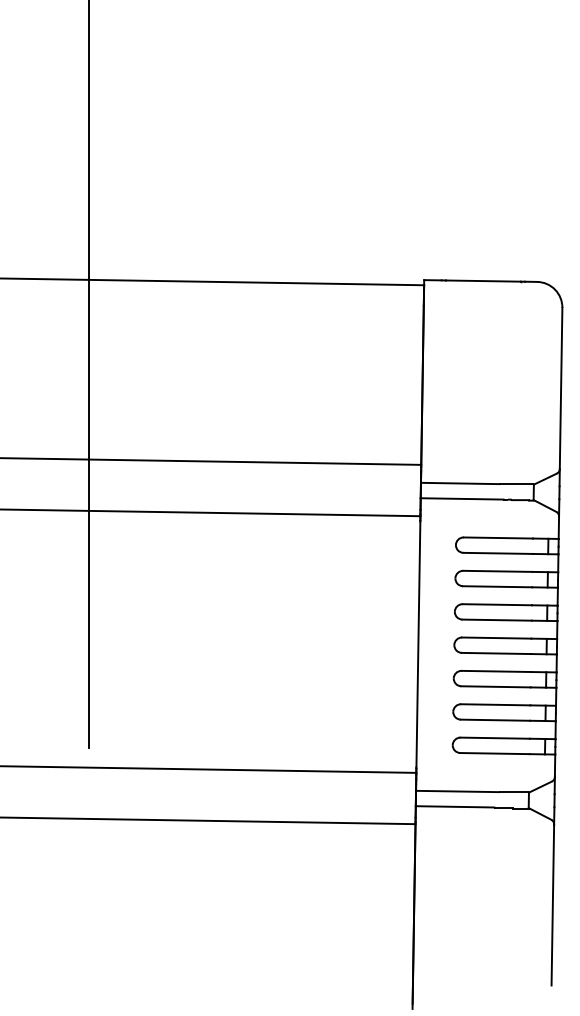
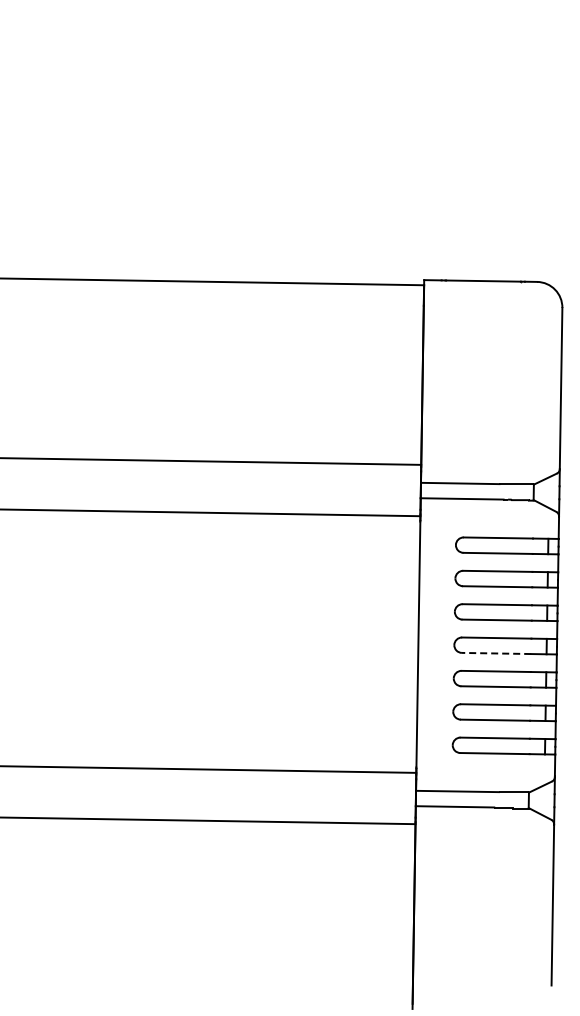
line at (89, 375): present -> none
line at (496, 653): solid -> dashed
